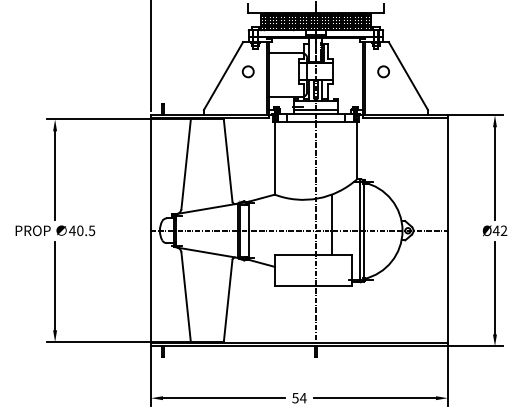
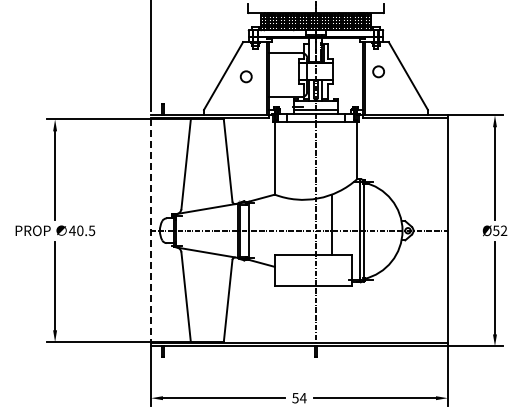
circle at (247, 71) position: (247, 71) -> (245, 76)
circle at (383, 71) position: (383, 71) -> (378, 71)
line at (151, 230): solid -> dashed
text at (495, 230): Ø42 -> Ø52
